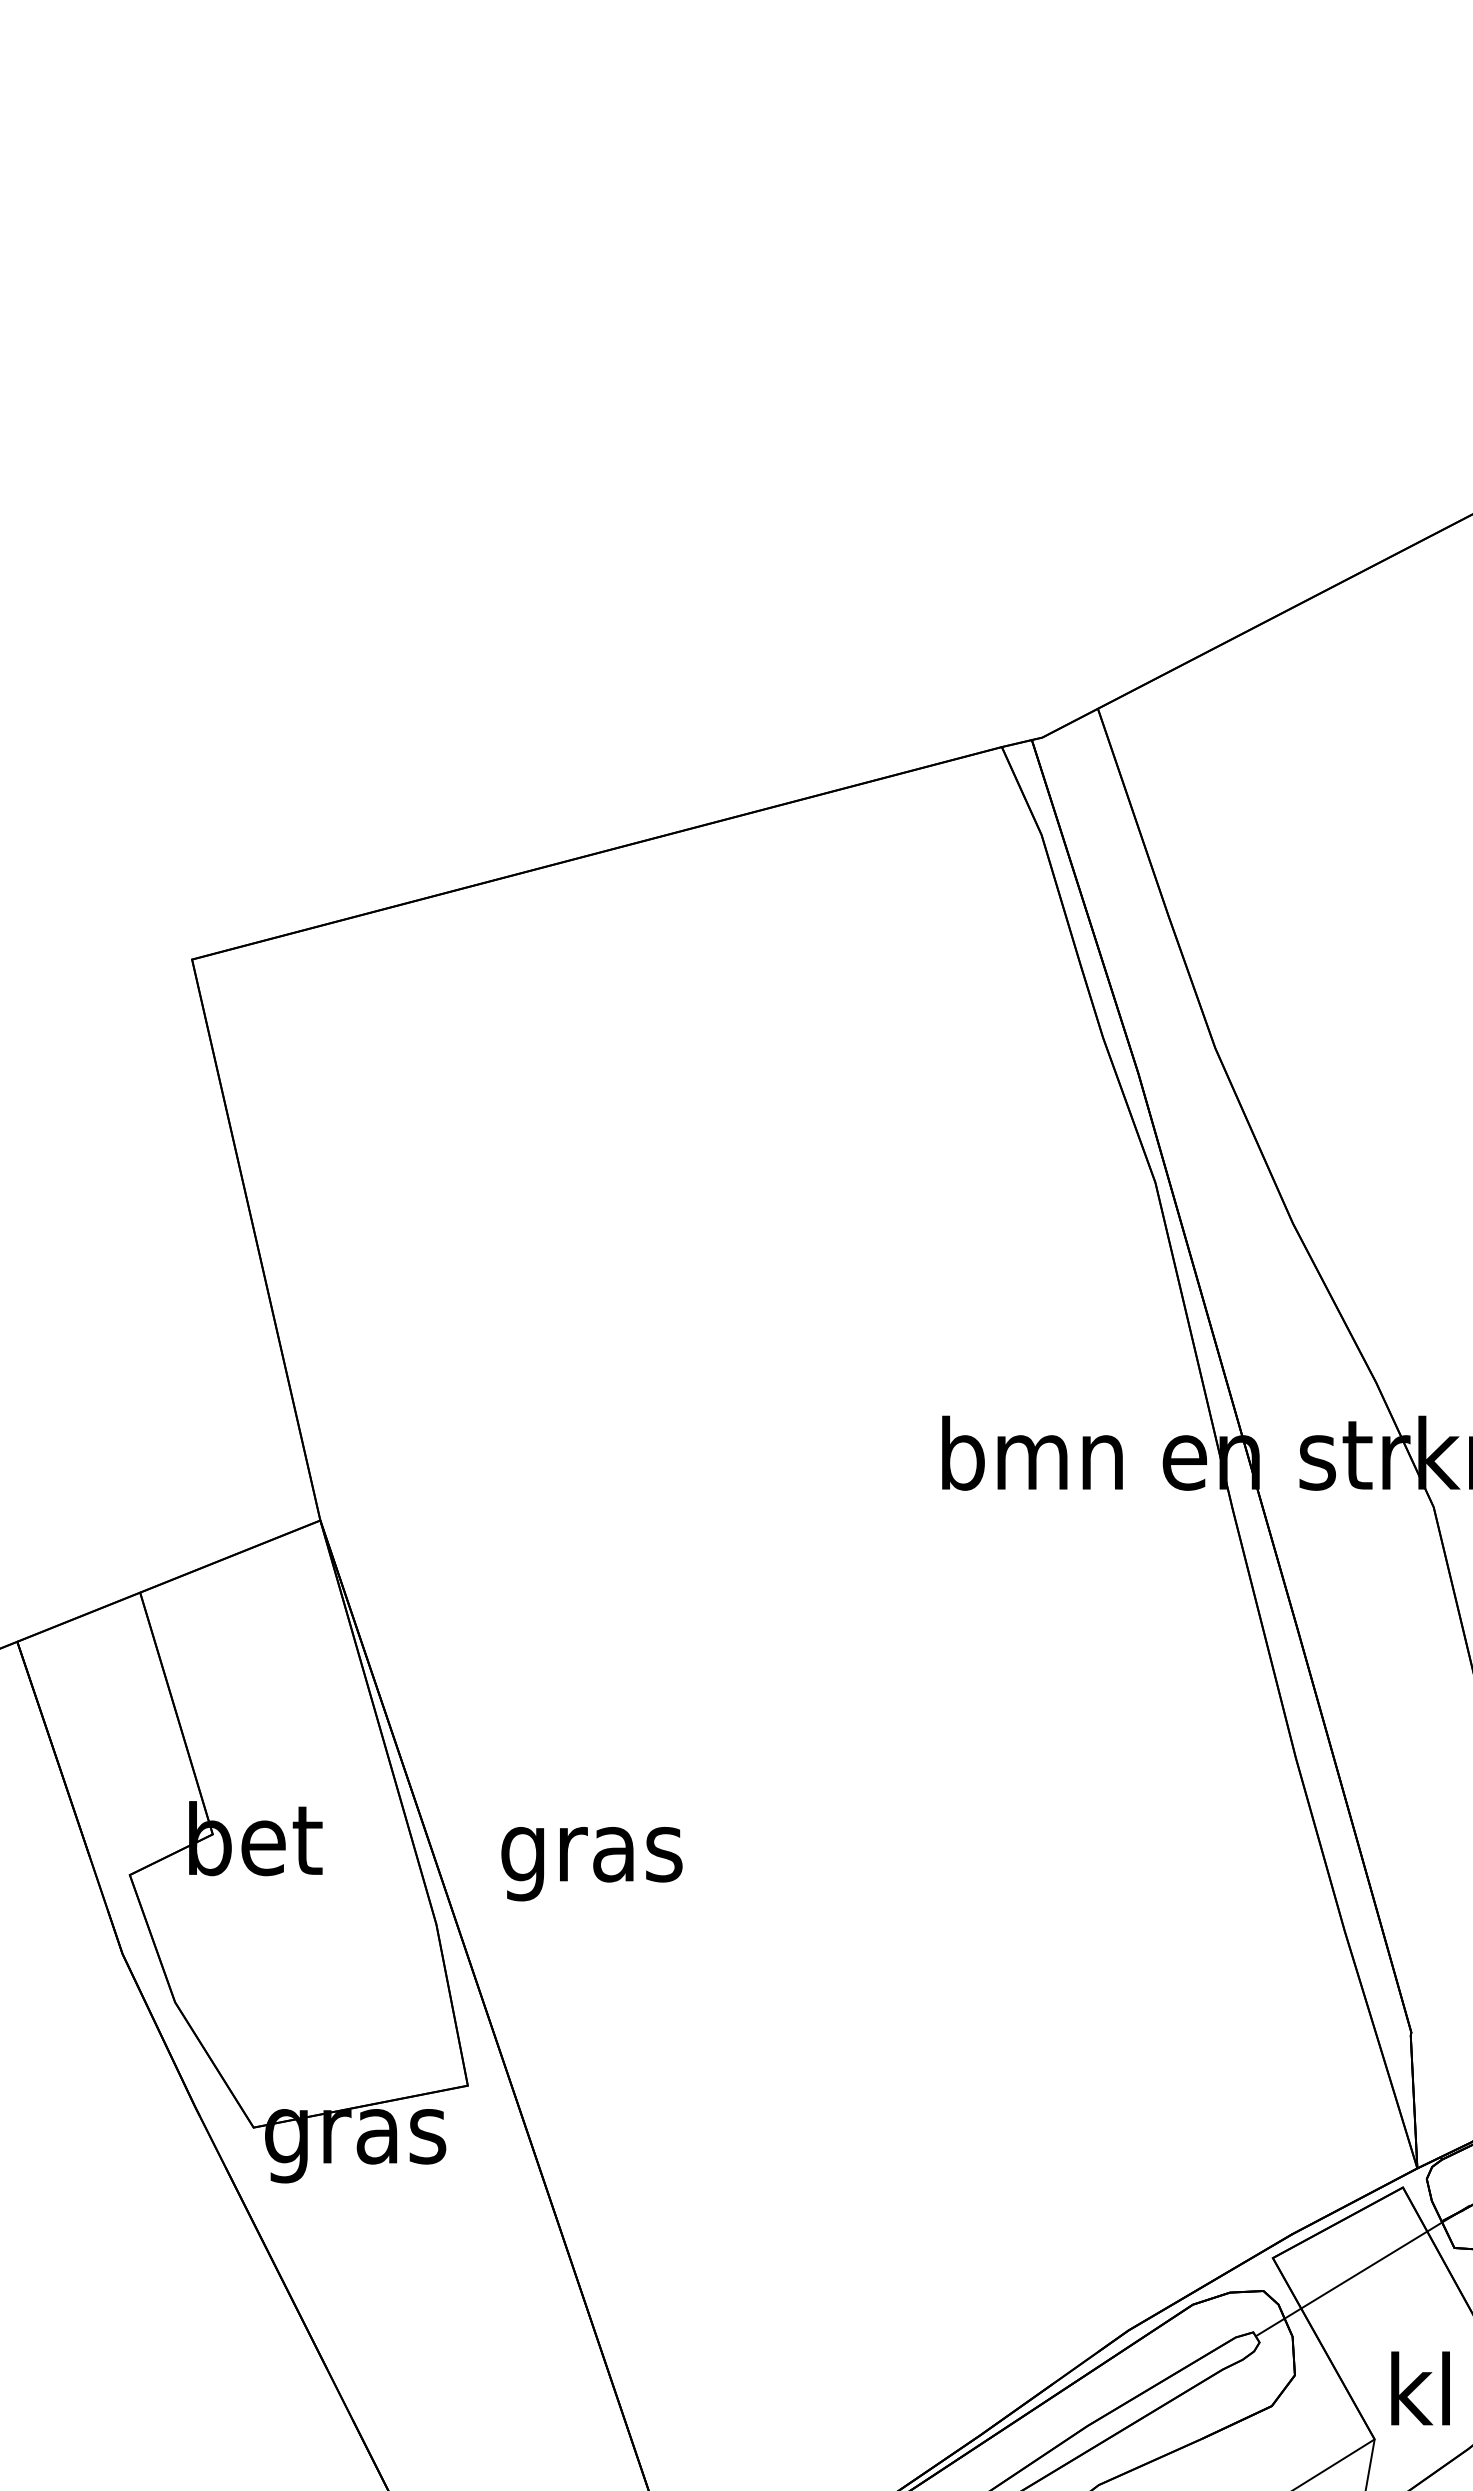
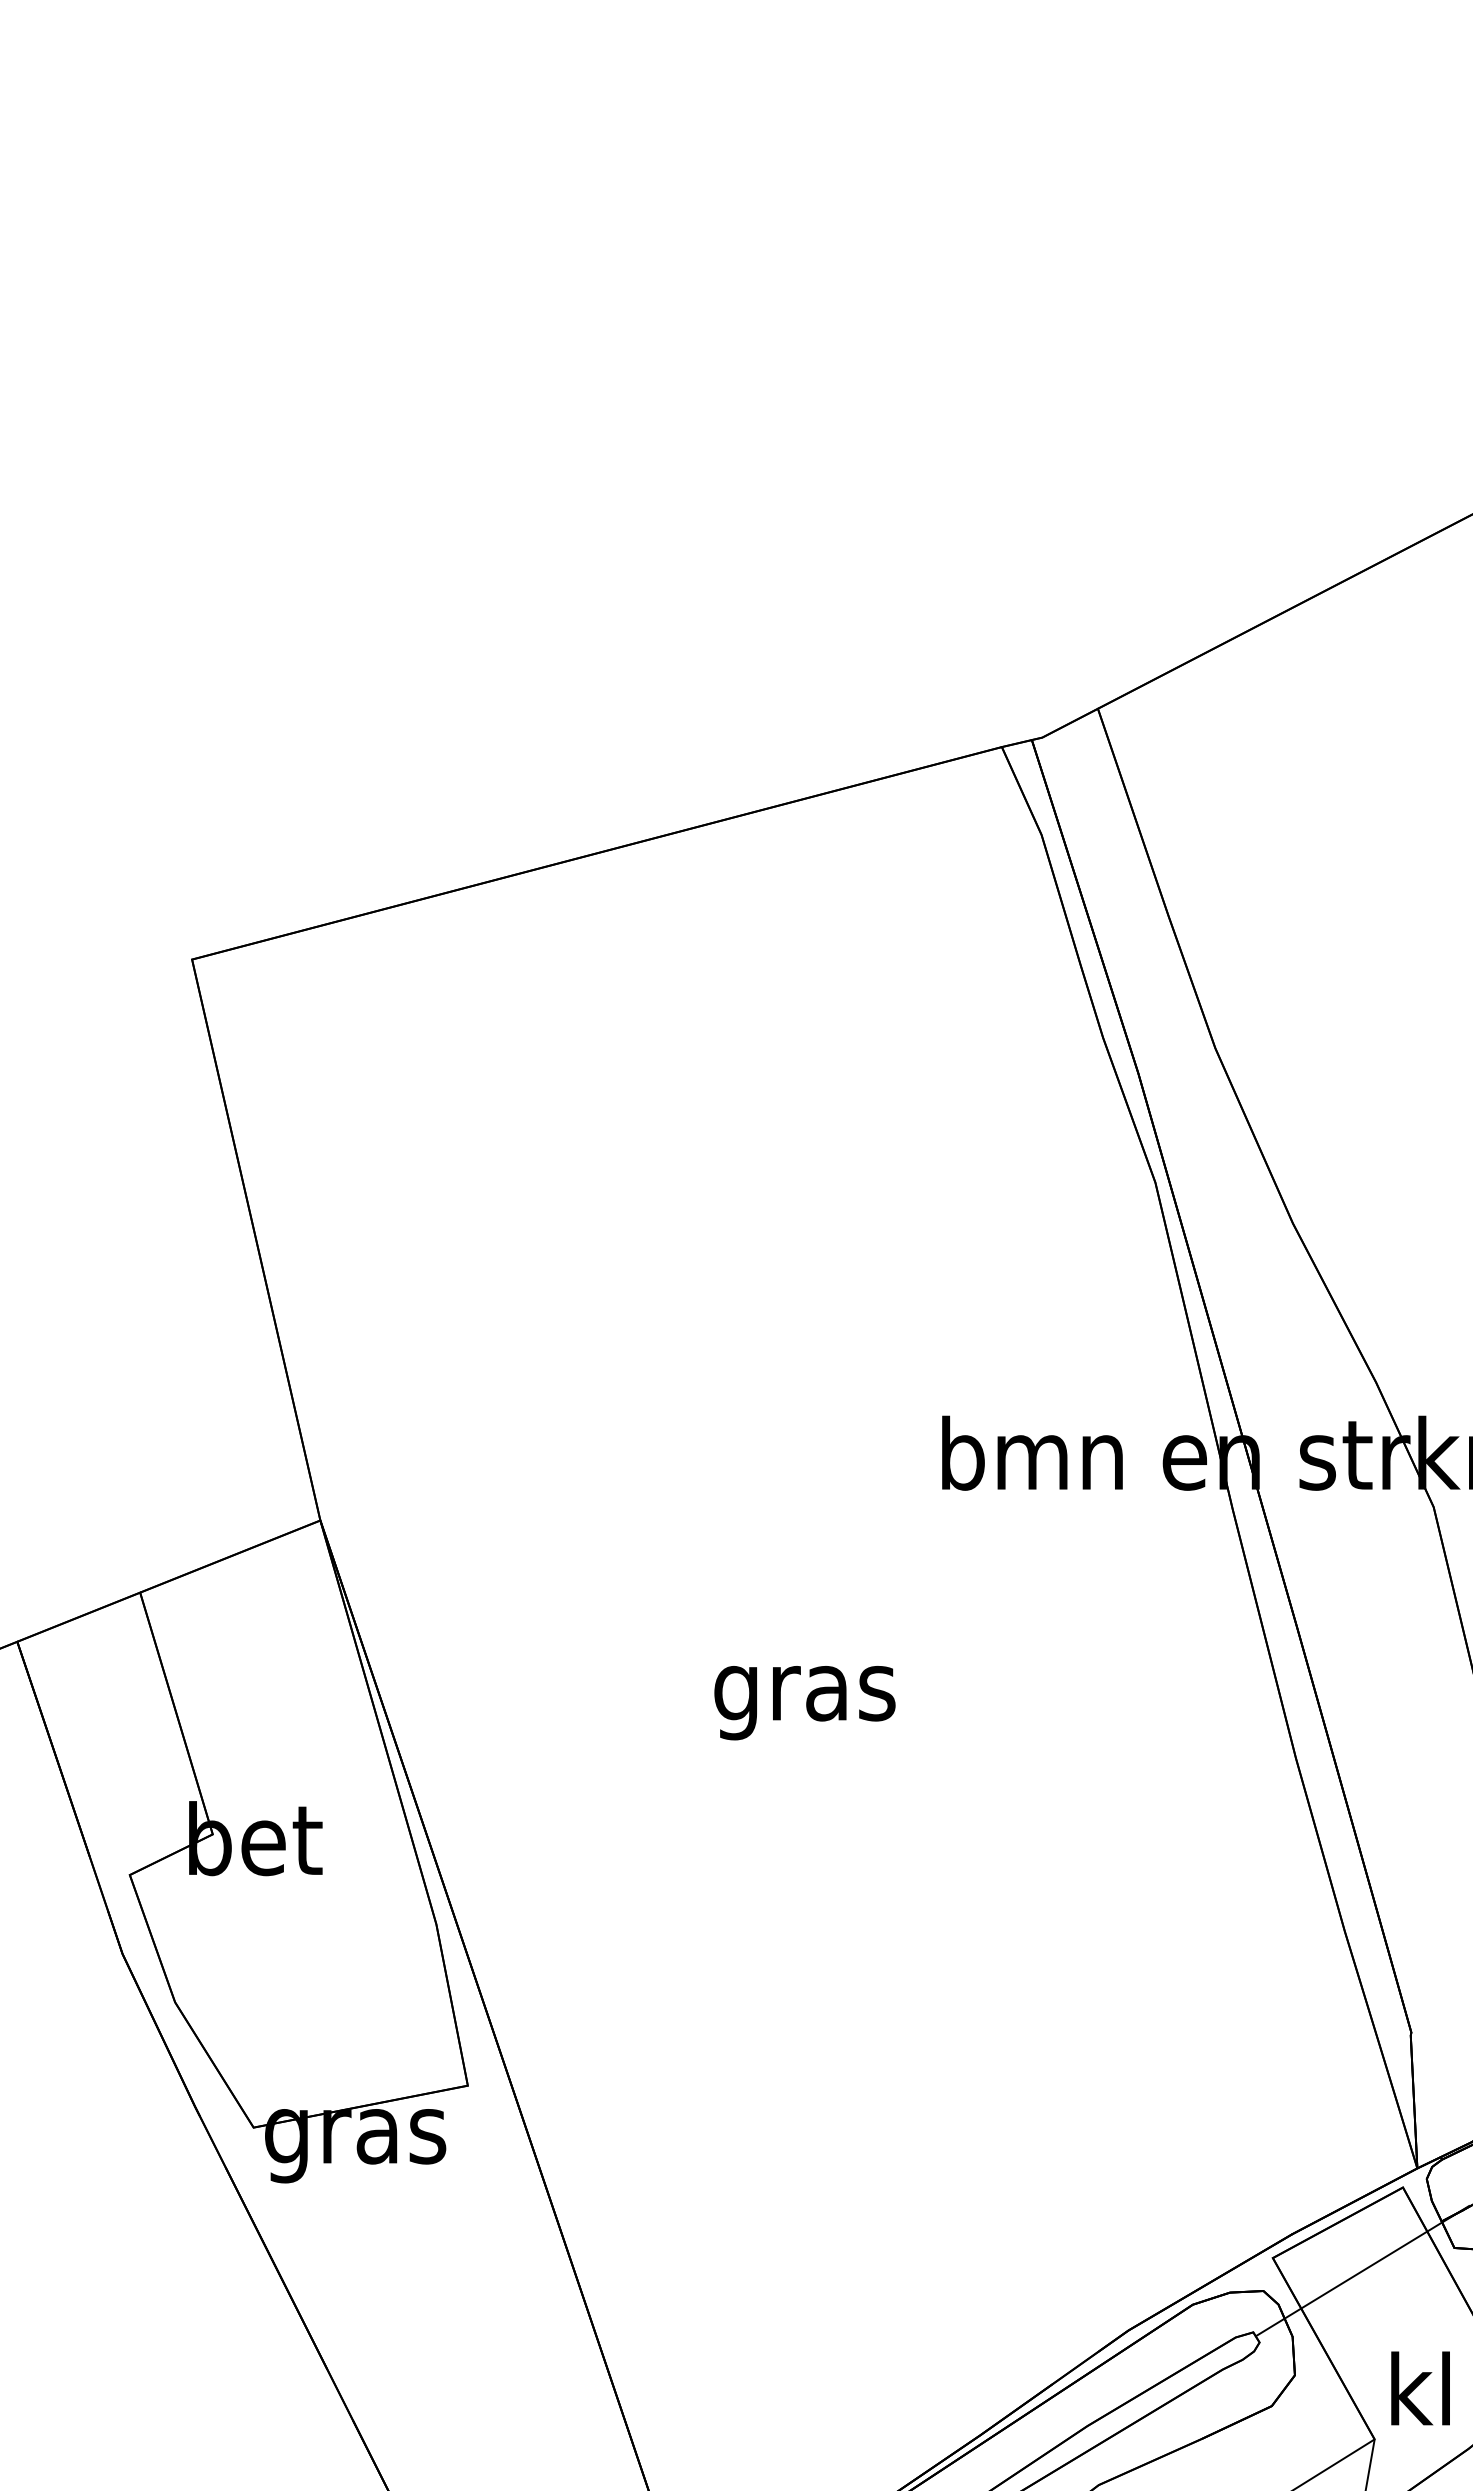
text at (591, 1864) position: (591, 1864) -> (804, 1703)
